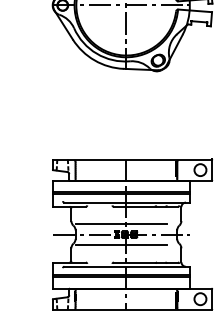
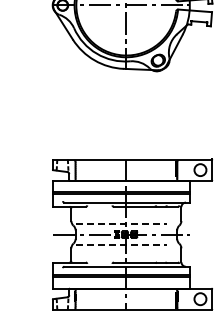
line at (121, 224): solid -> dashed
line at (121, 245): solid -> dashed
